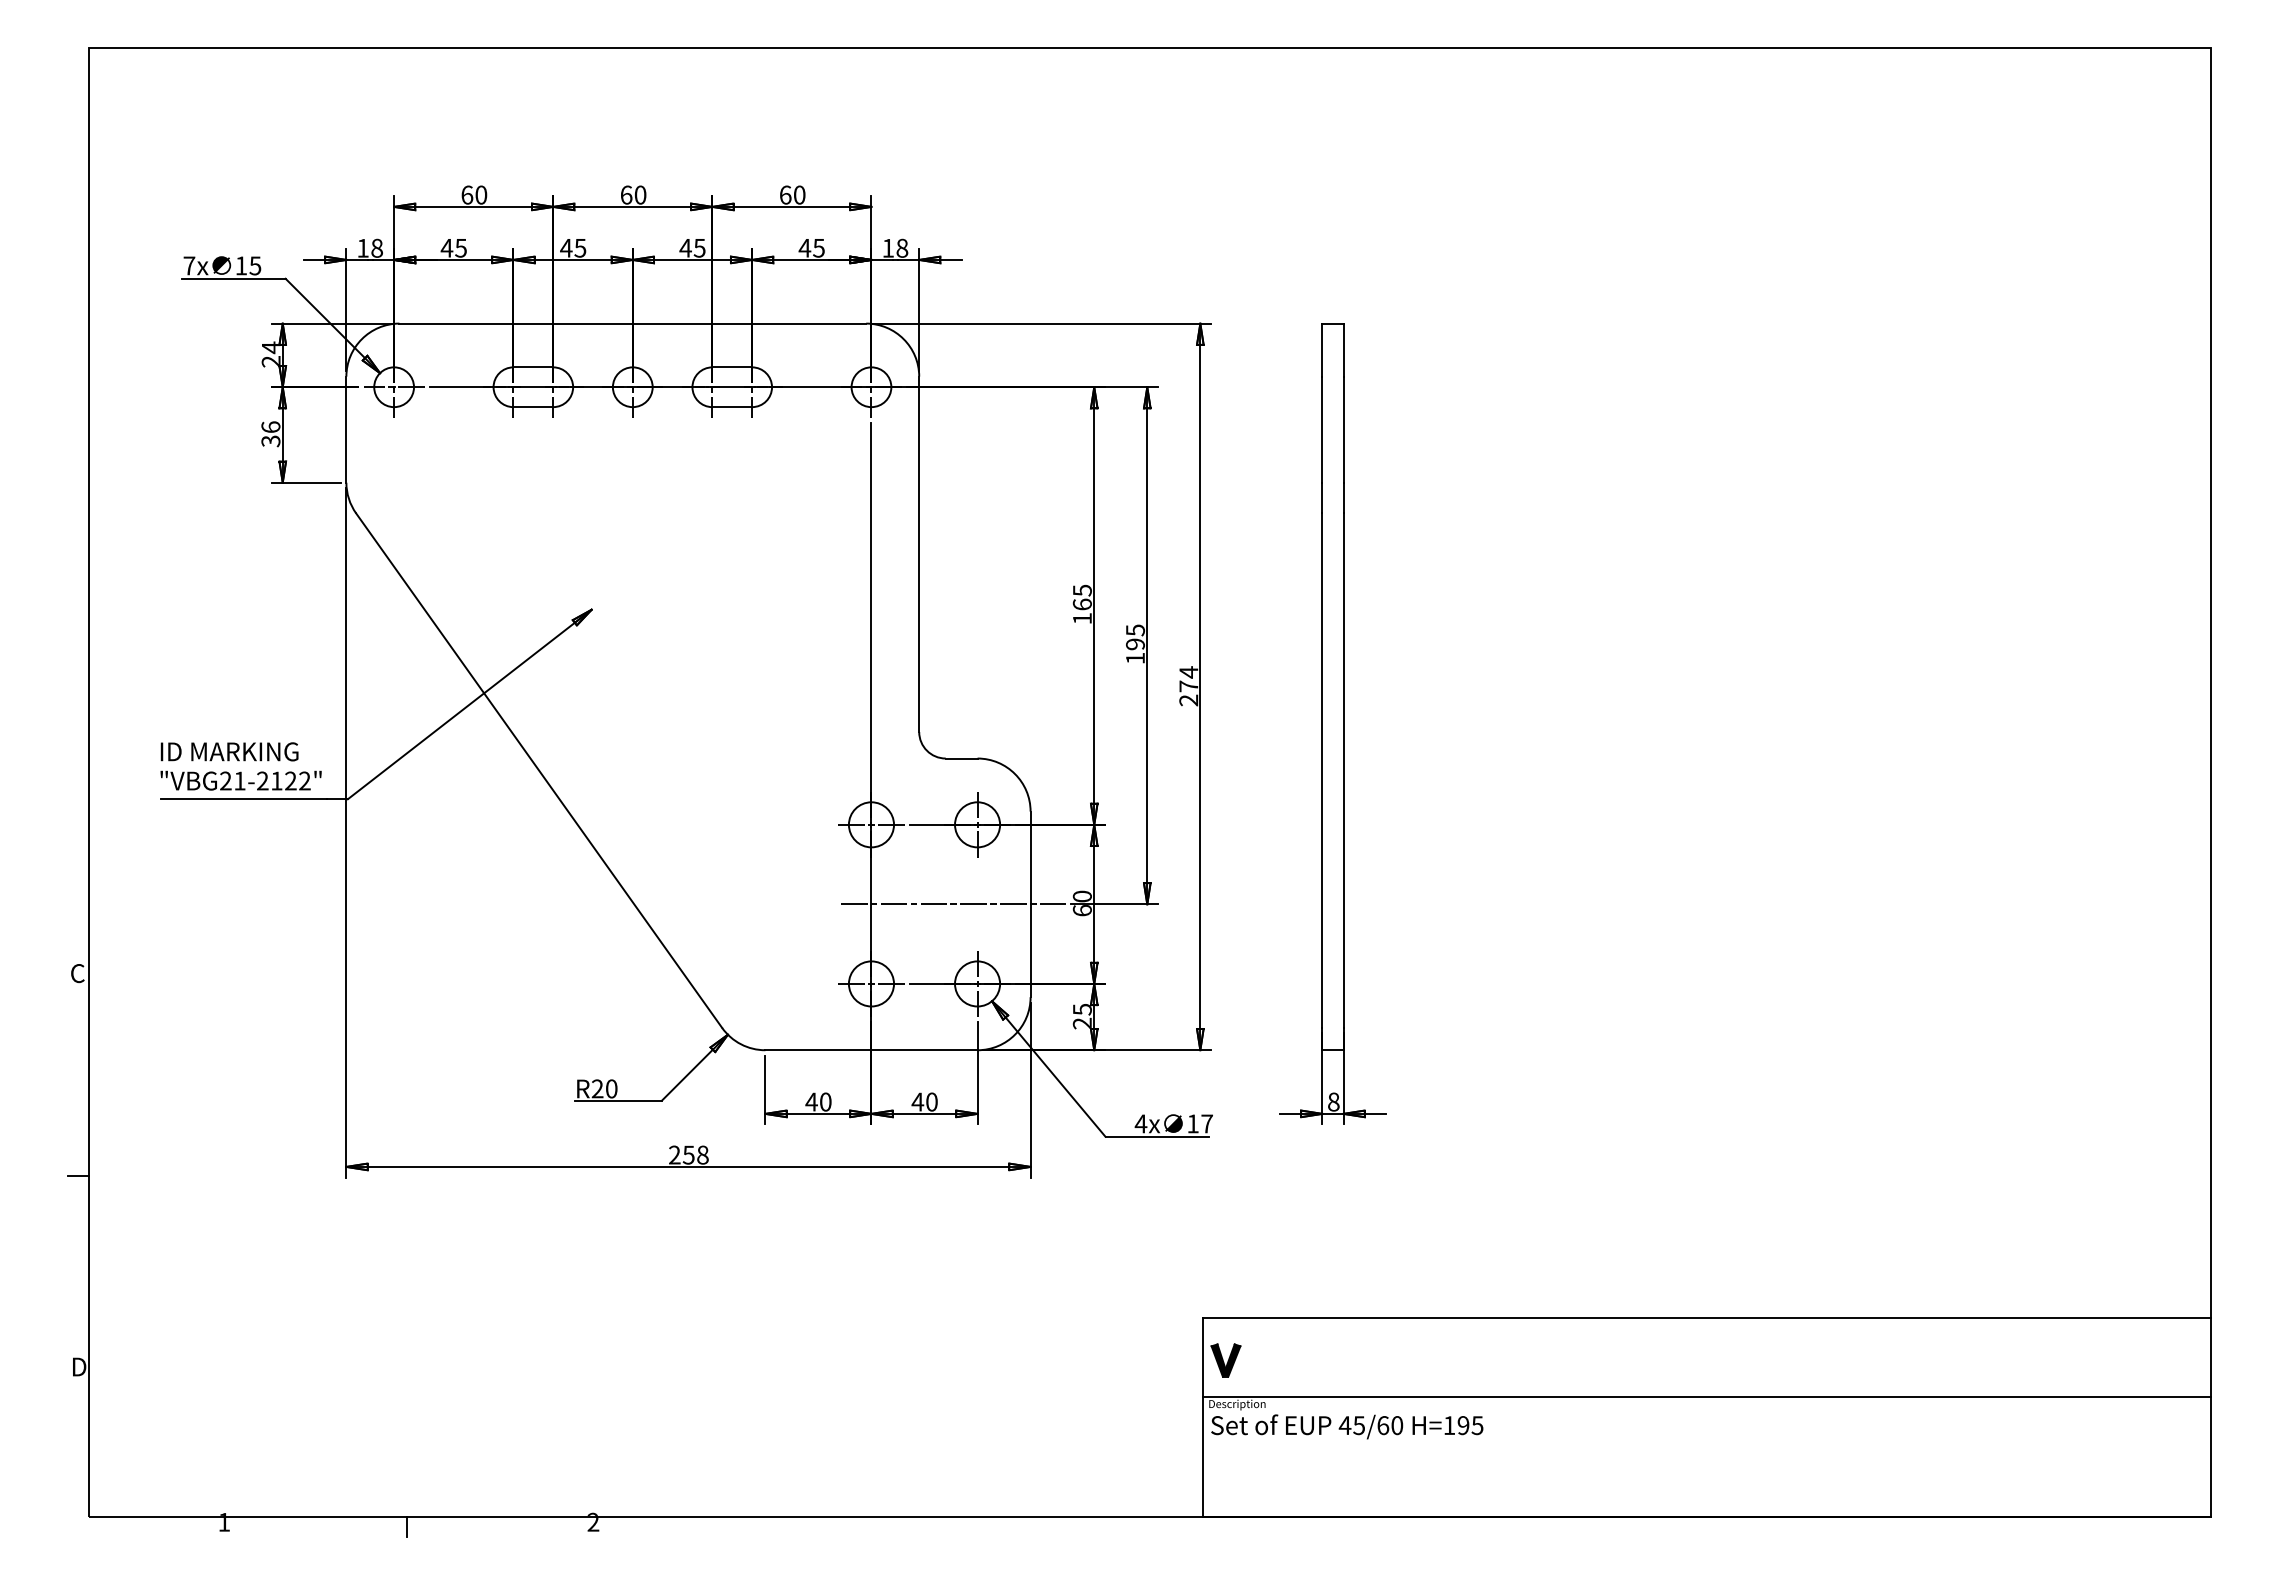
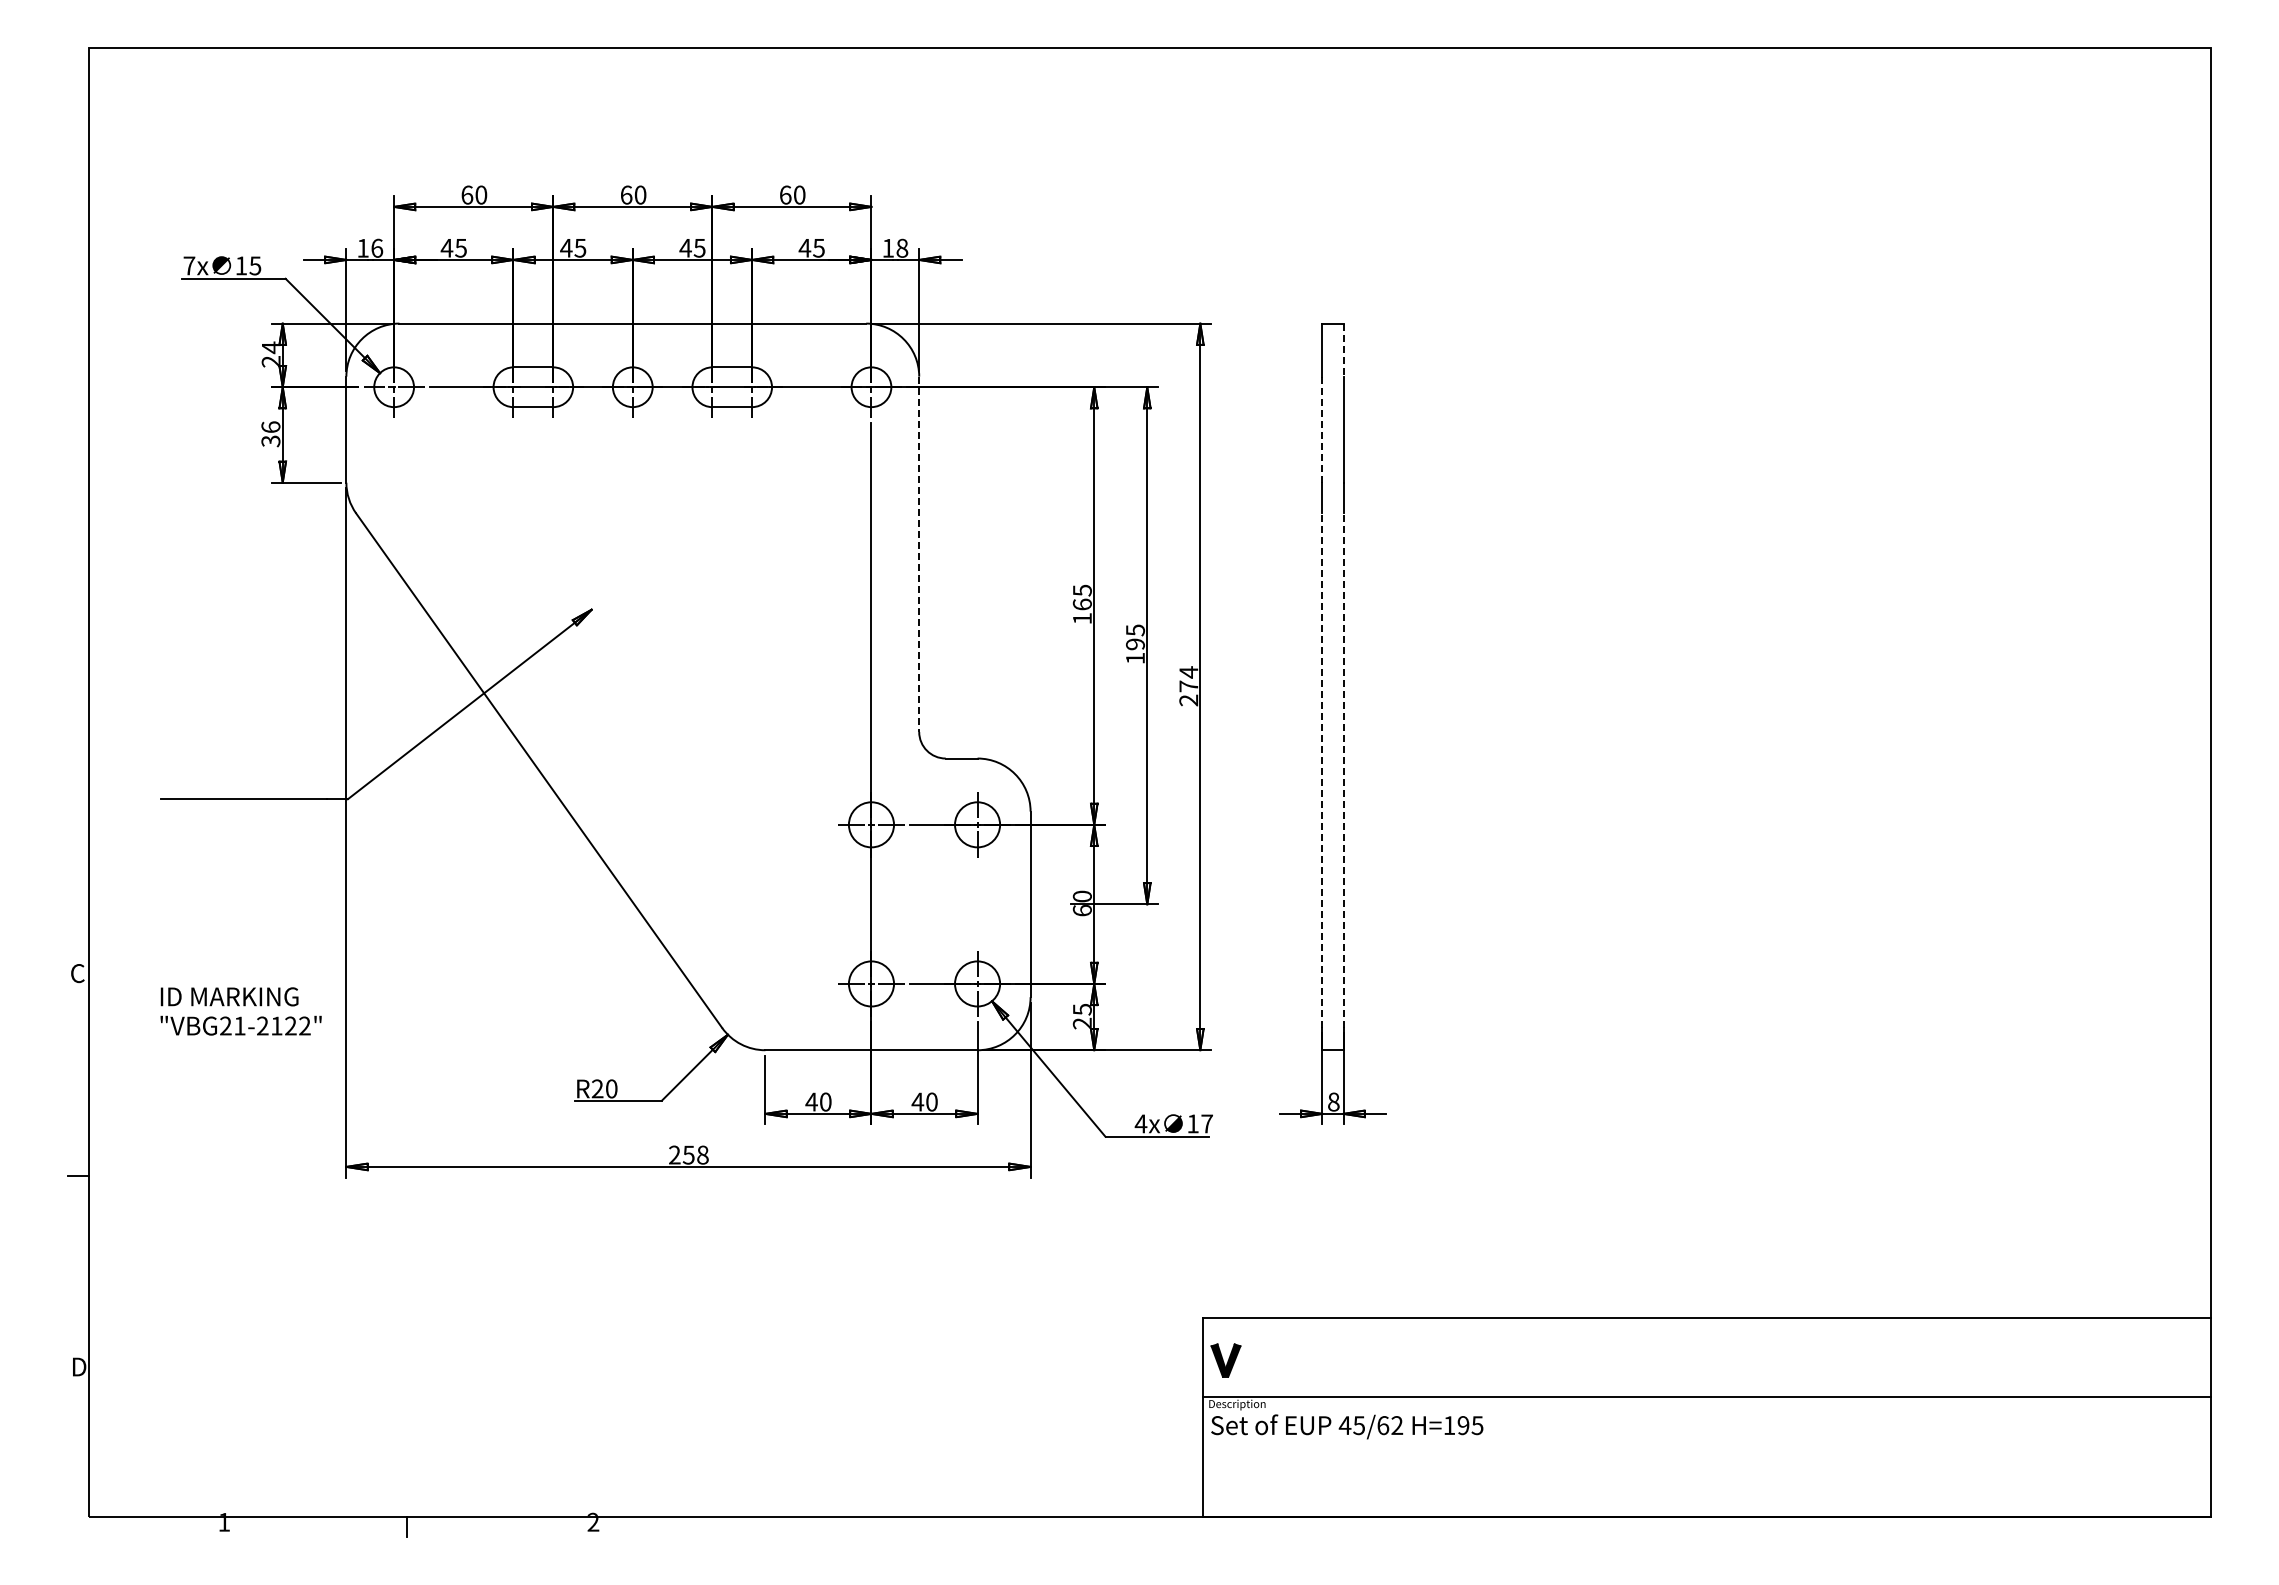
text at (377, 247): 18 -> 16
line at (1343, 350): solid -> dashed
line at (1322, 429): solid -> dashed
line at (919, 554): solid -> dashed
text at (240, 766) position: (240, 766) -> (240, 1011)
line at (1322, 770): solid -> dashed
line at (1343, 770): solid -> dashed
line at (953, 904): present -> none
text at (1397, 1425): 45/60 -> 45/62
